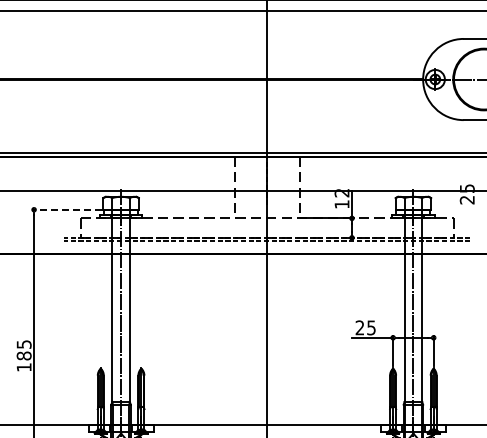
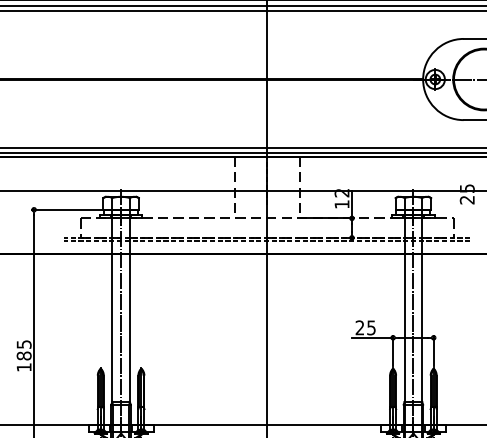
line at (242, 6): none -> present
line at (242, 147): none -> present
line at (67, 209): dashed -> solid
